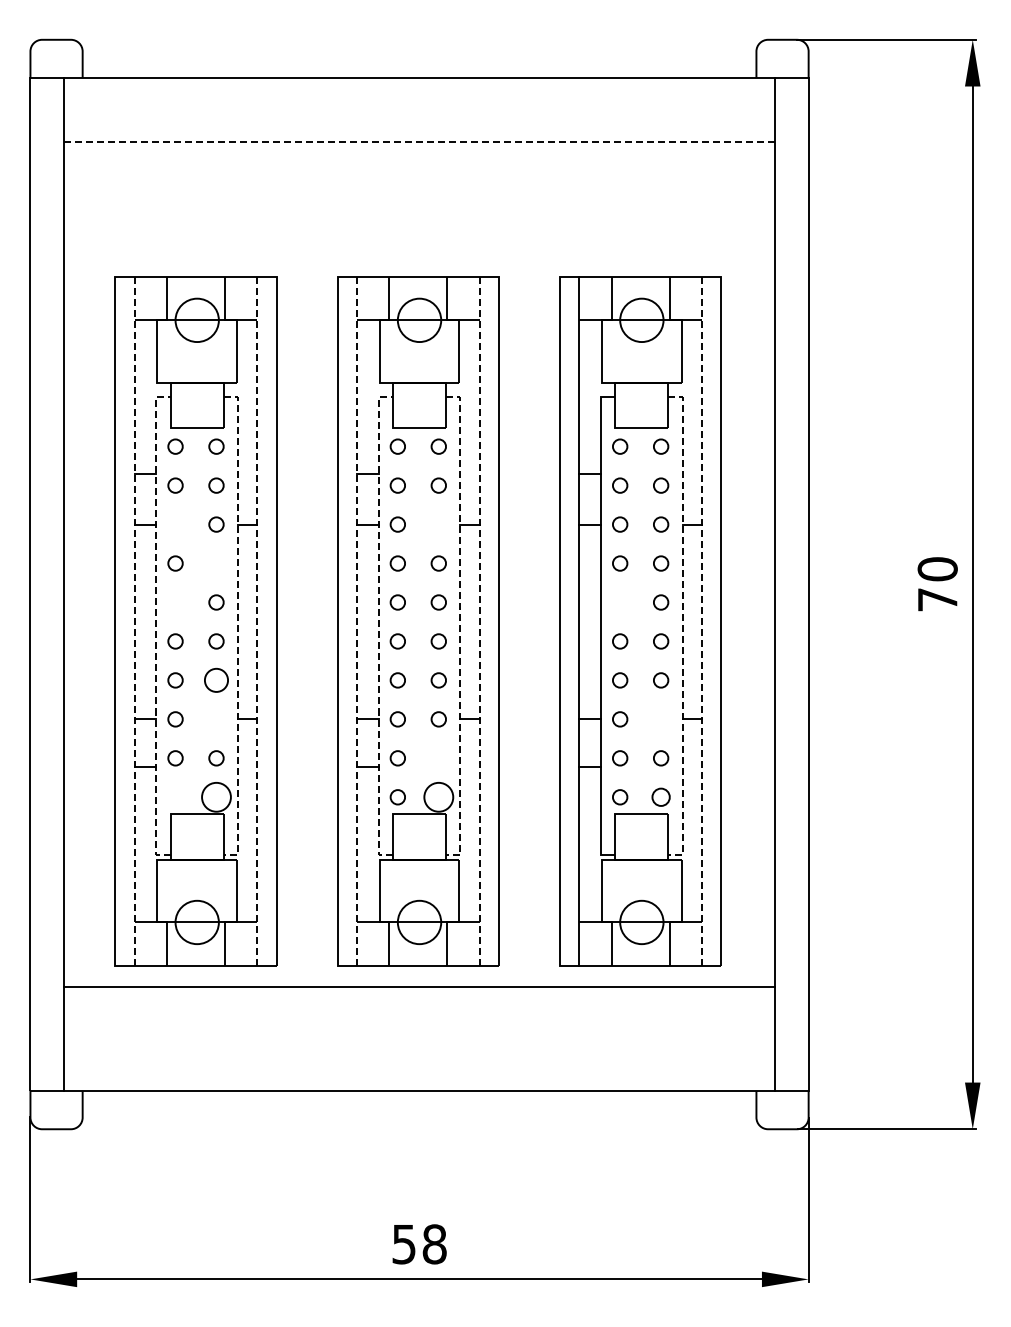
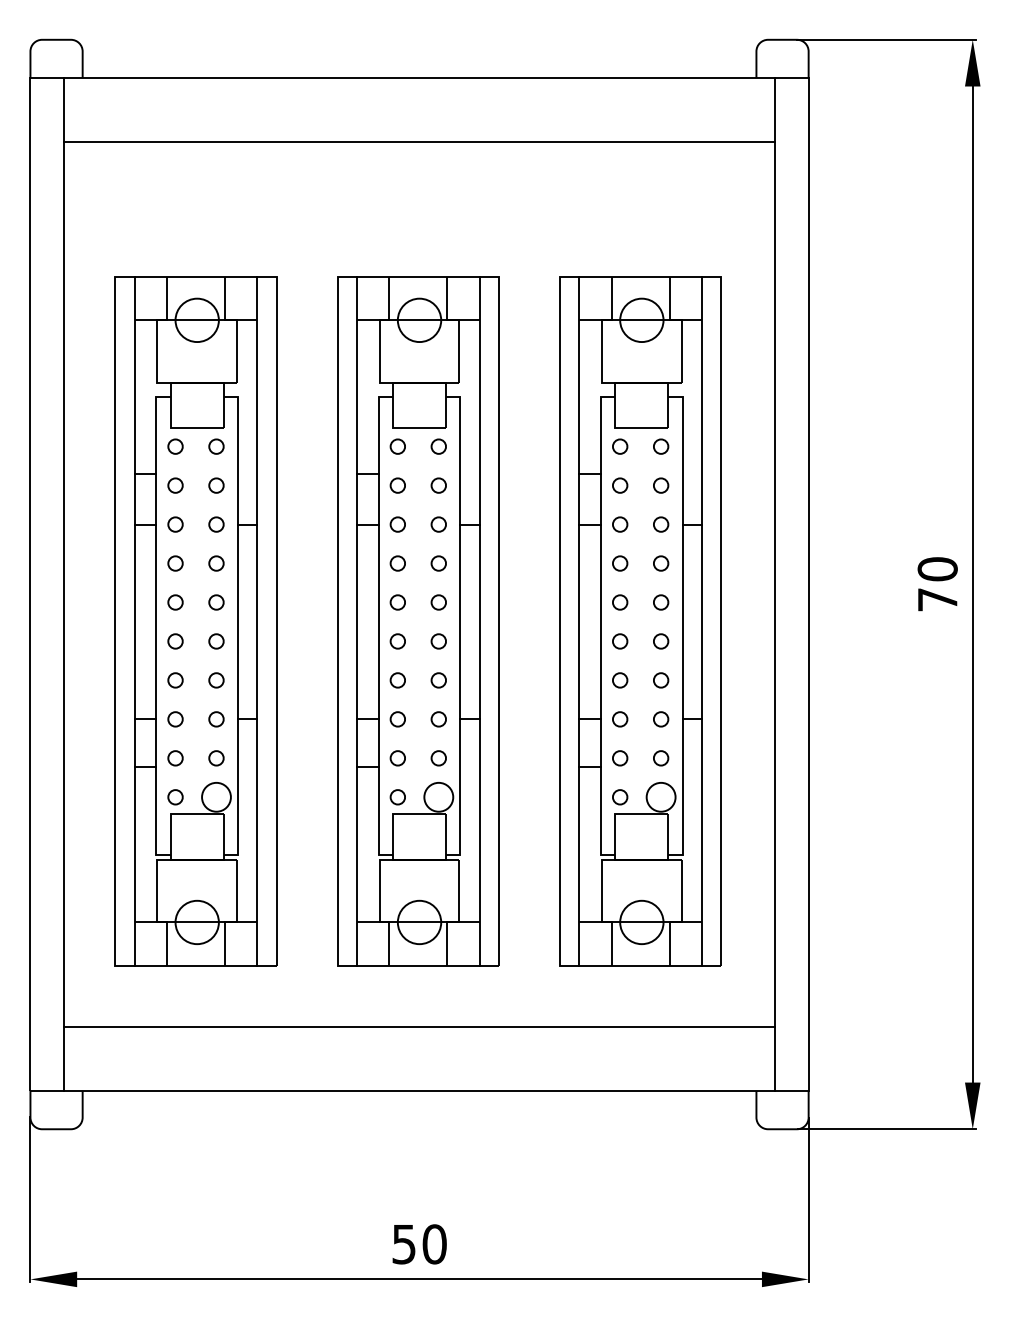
line at (419, 142): dashed -> solid
circle at (175, 524): none -> present
circle at (438, 524): none -> present
circle at (216, 563): none -> present
circle at (175, 602): none -> present
circle at (620, 602): none -> present
line at (134, 621): dashed -> solid
line at (257, 621): dashed -> solid
line at (356, 621): dashed -> solid
line at (479, 621): dashed -> solid
line at (702, 621): dashed -> solid
line at (156, 626): dashed -> solid
line at (238, 626): dashed -> solid
line at (378, 626): dashed -> solid
line at (460, 626): dashed -> solid
line at (682, 626): dashed -> solid
circle at (216, 679) size: 25x26 px -> 17x17 px
circle at (216, 719): none -> present
circle at (661, 719): none -> present
circle at (438, 758): none -> present
circle at (660, 796) diameter: 17 px -> 29 px
circle at (175, 797): none -> present
line at (419, 987) position: (419, 987) -> (419, 1027)
text at (434, 1244): 58 -> 50
